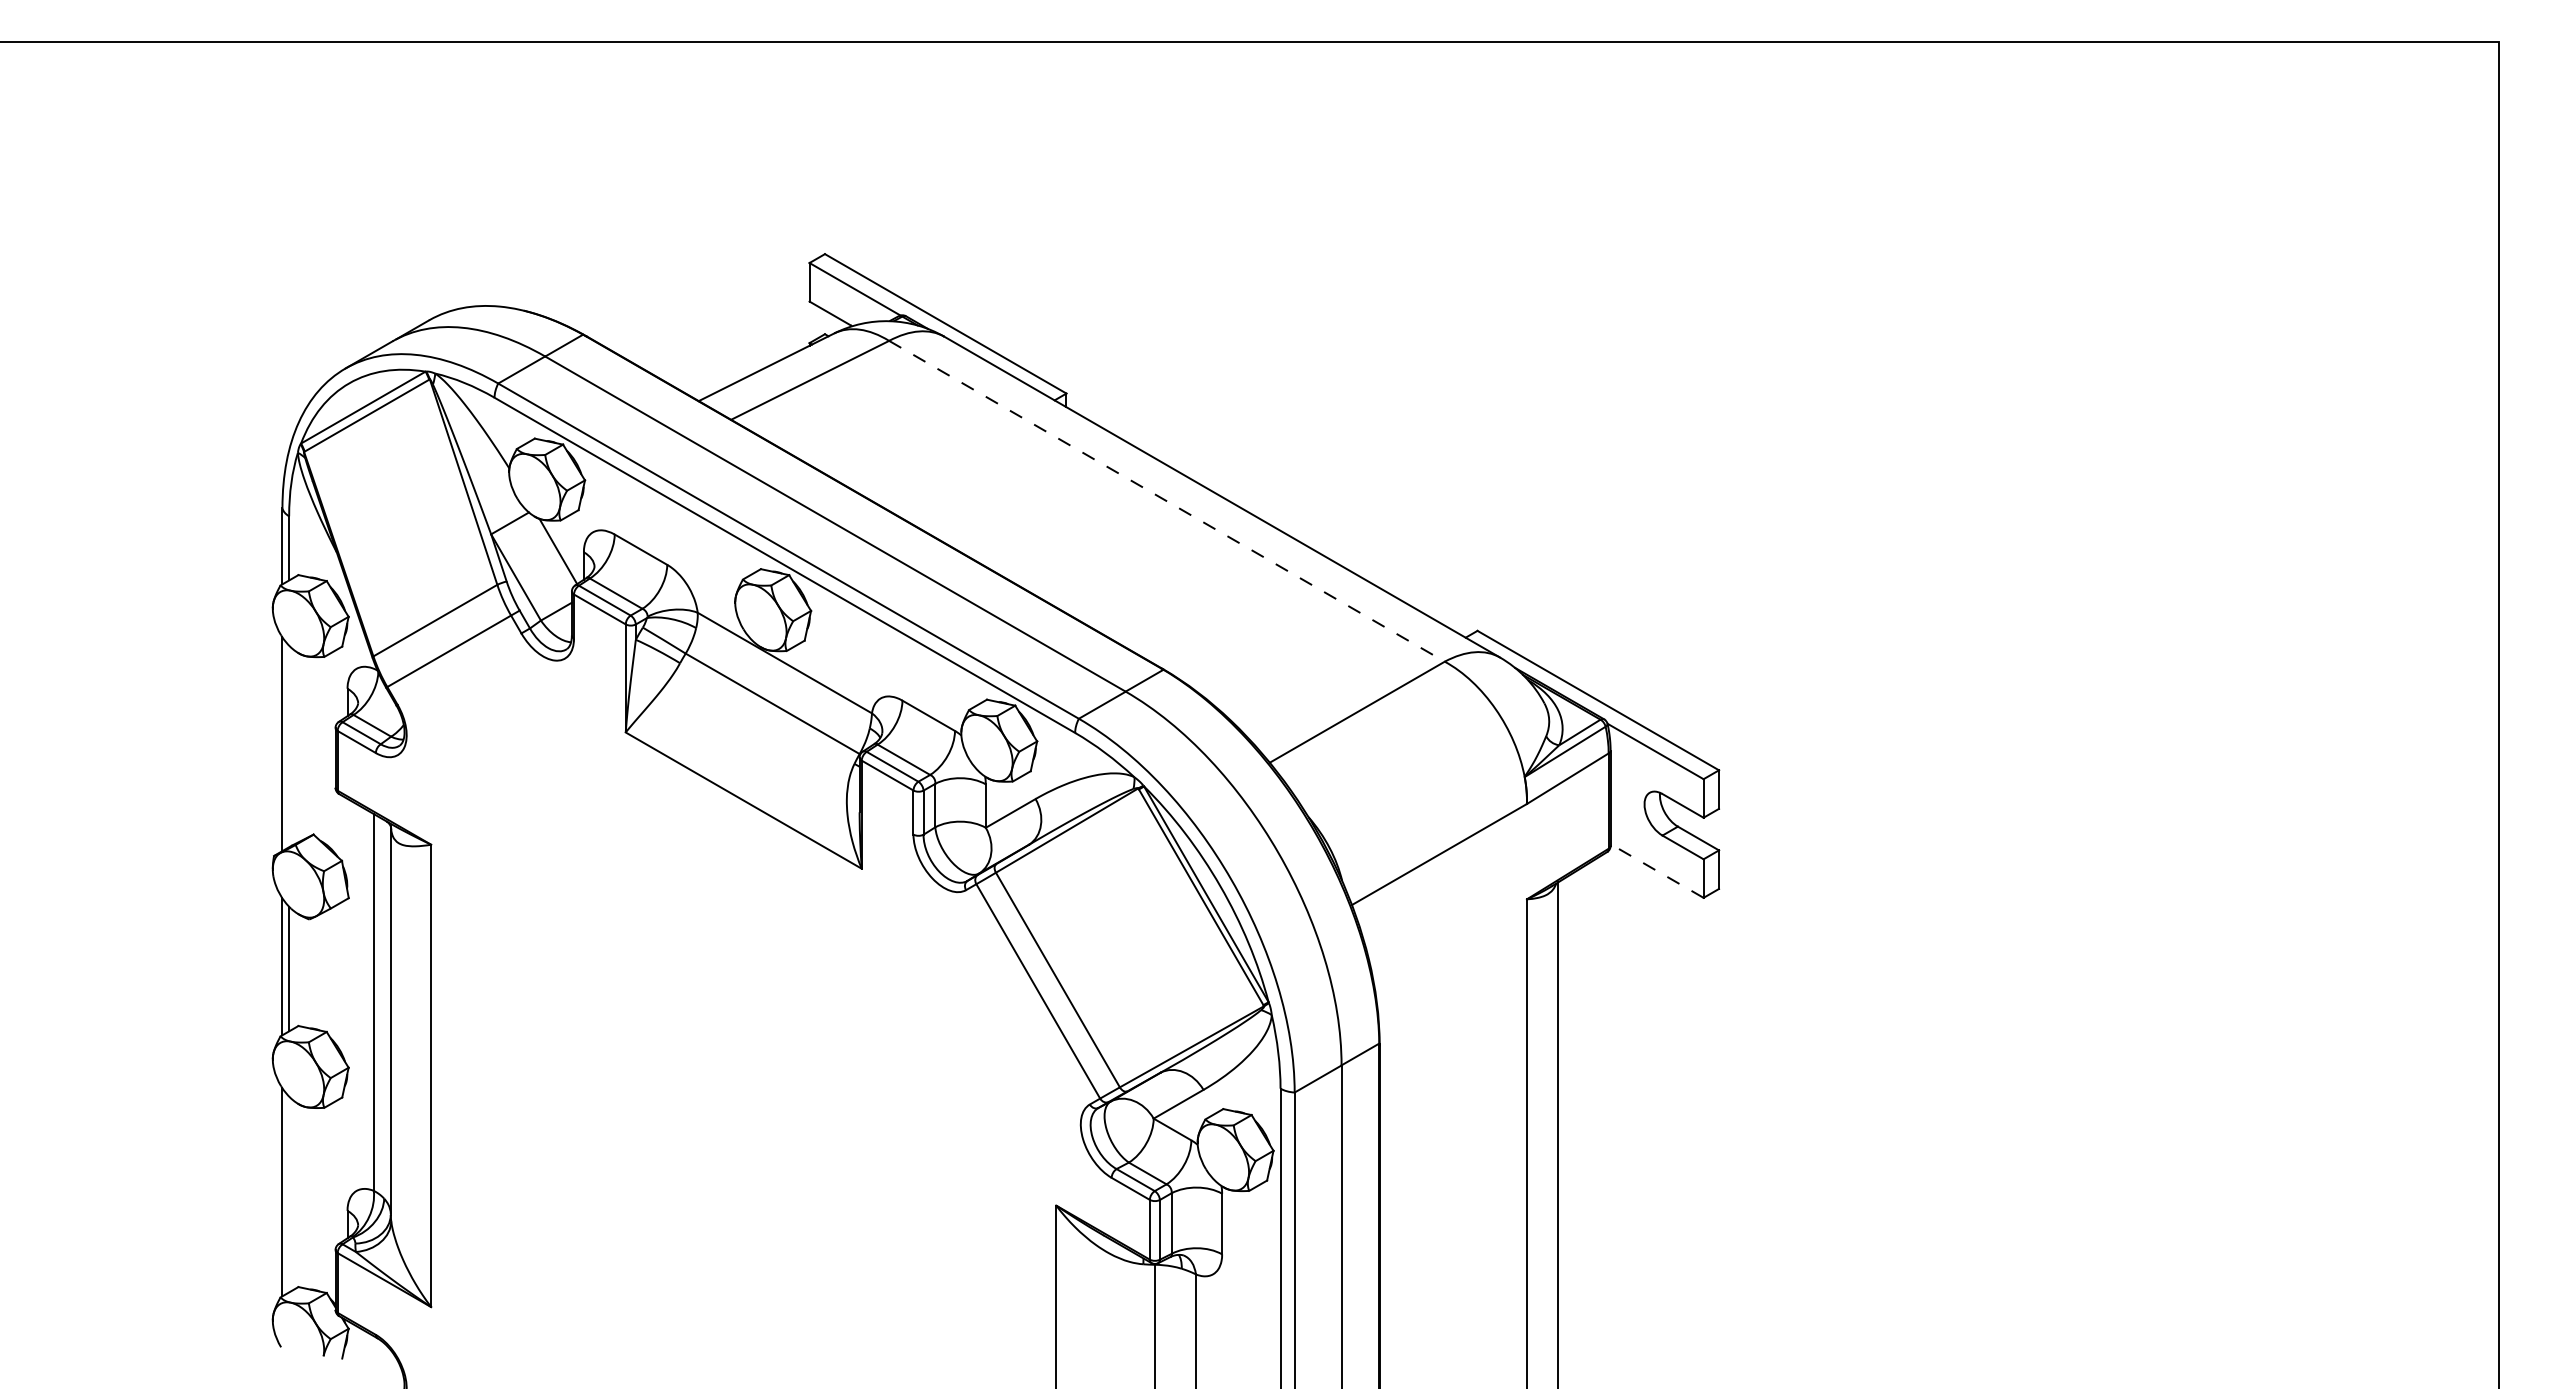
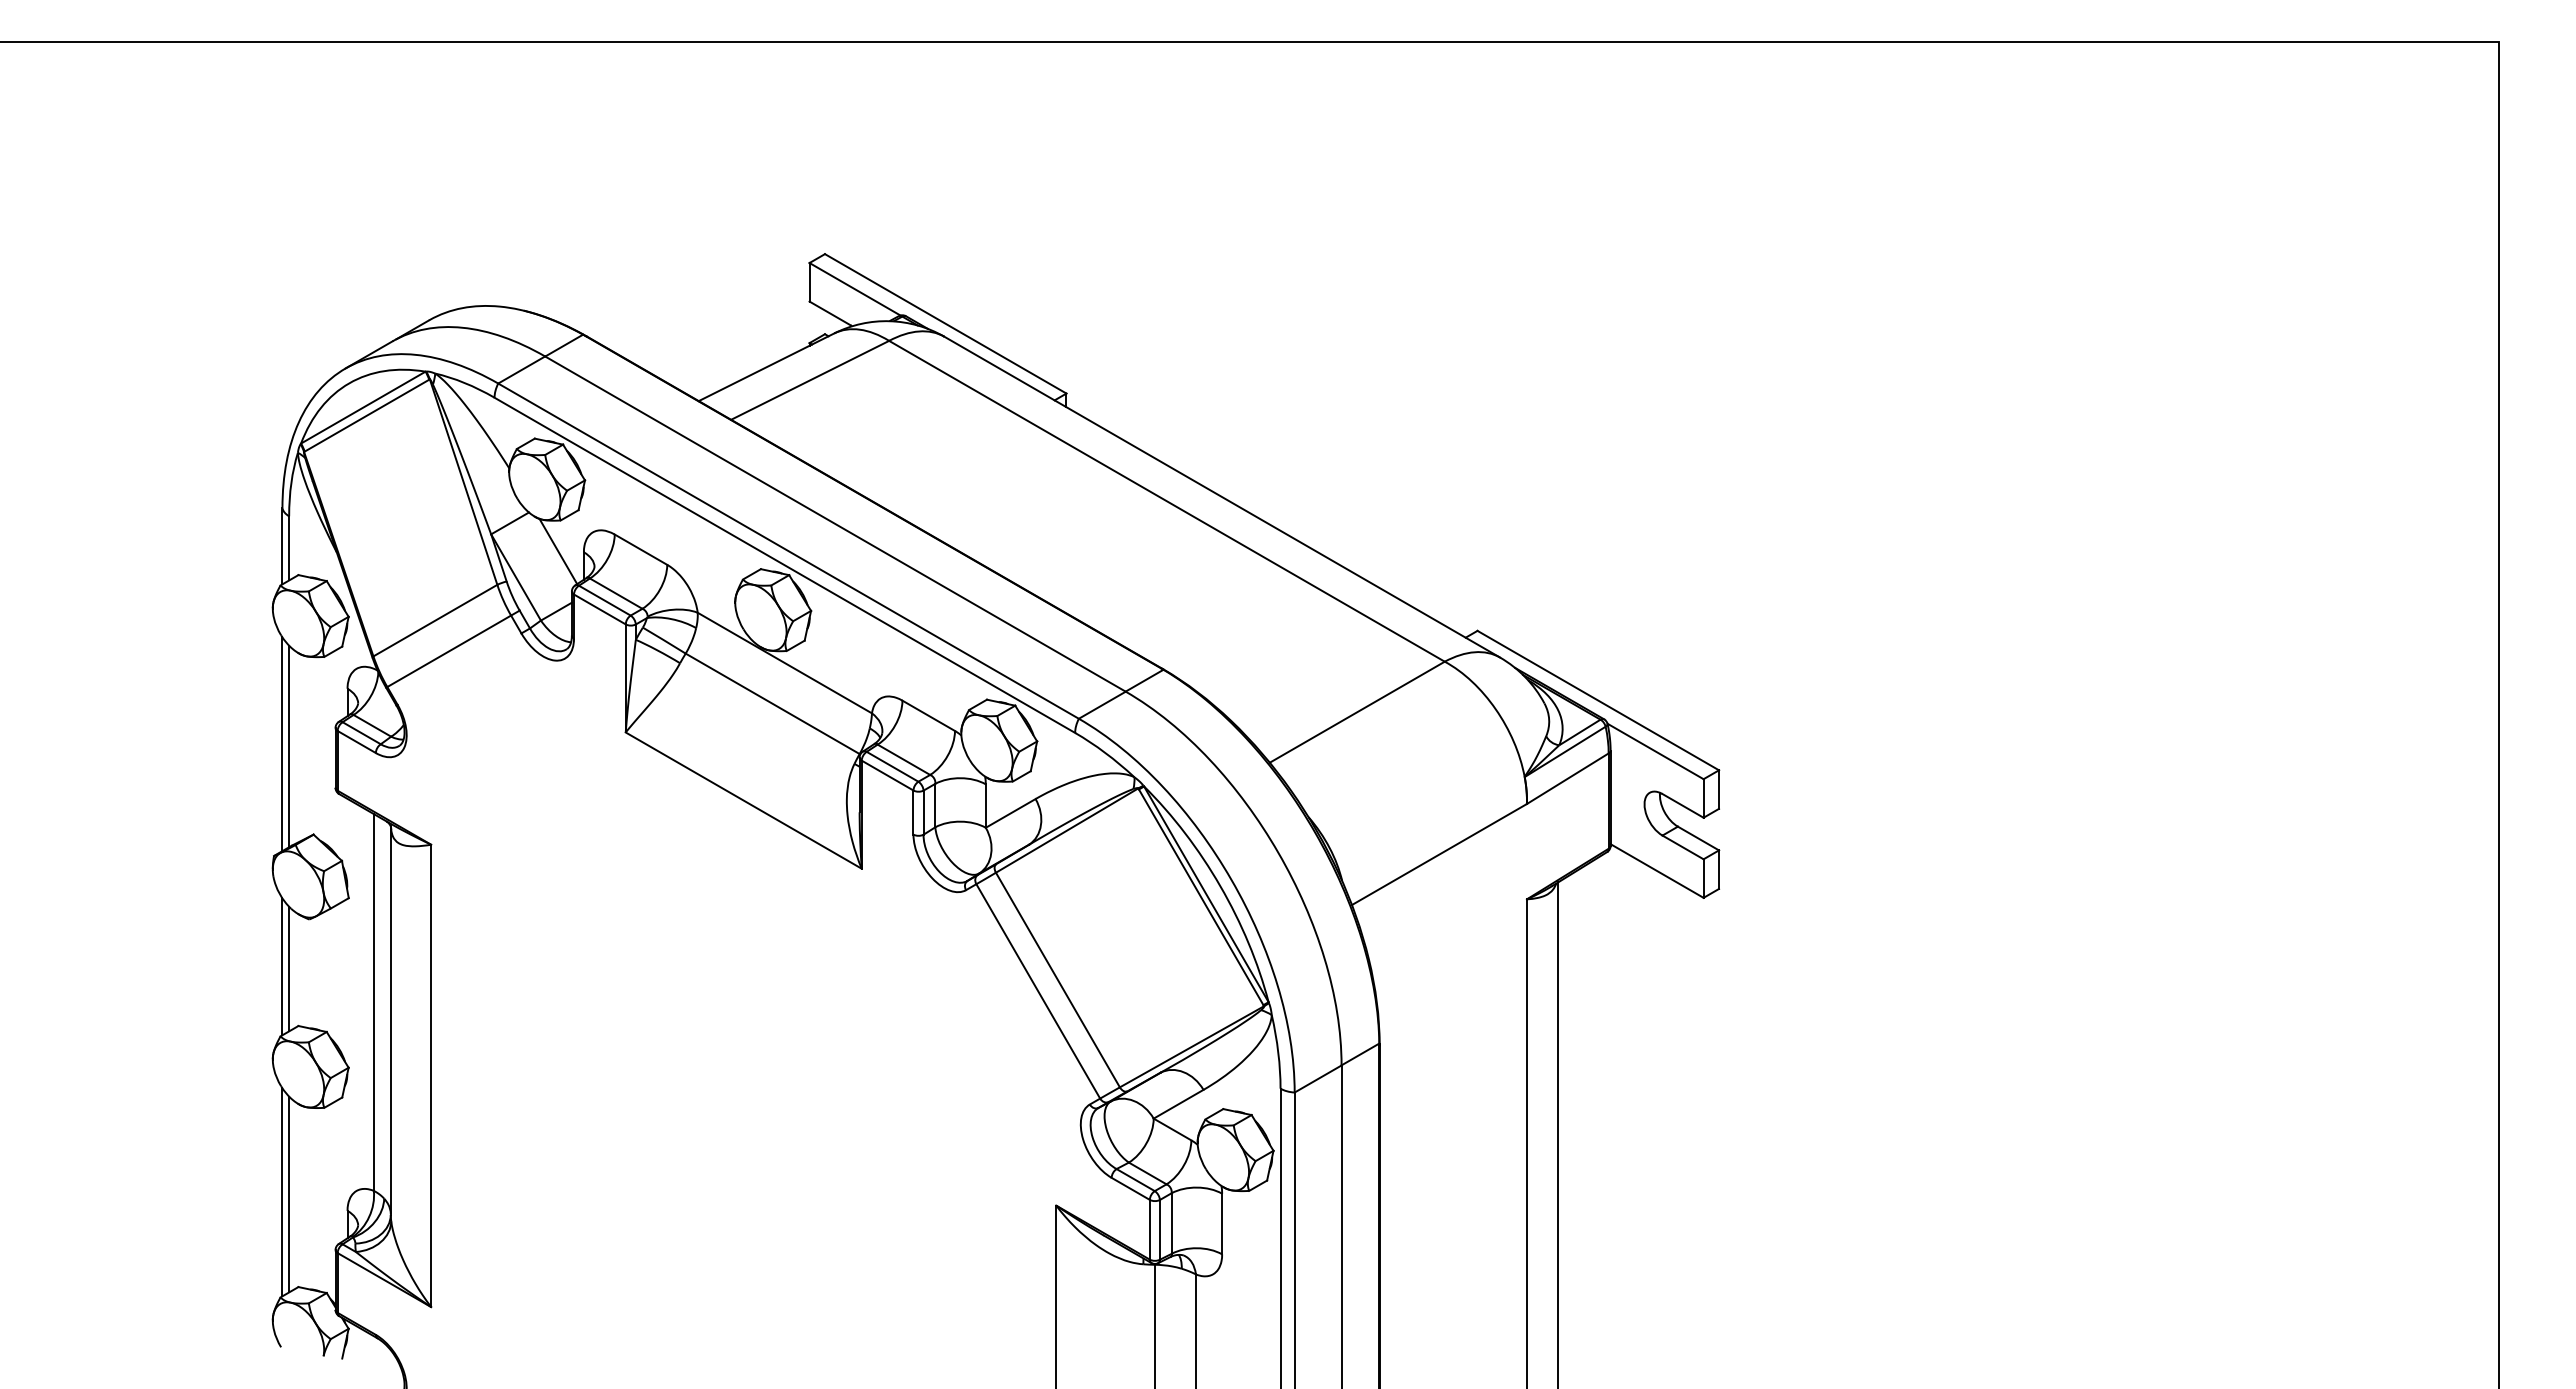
line at (1166, 501): dashed -> solid
line at (289, 746): none -> present
line at (1657, 871): dashed -> solid
line at (289, 1194): none -> present
